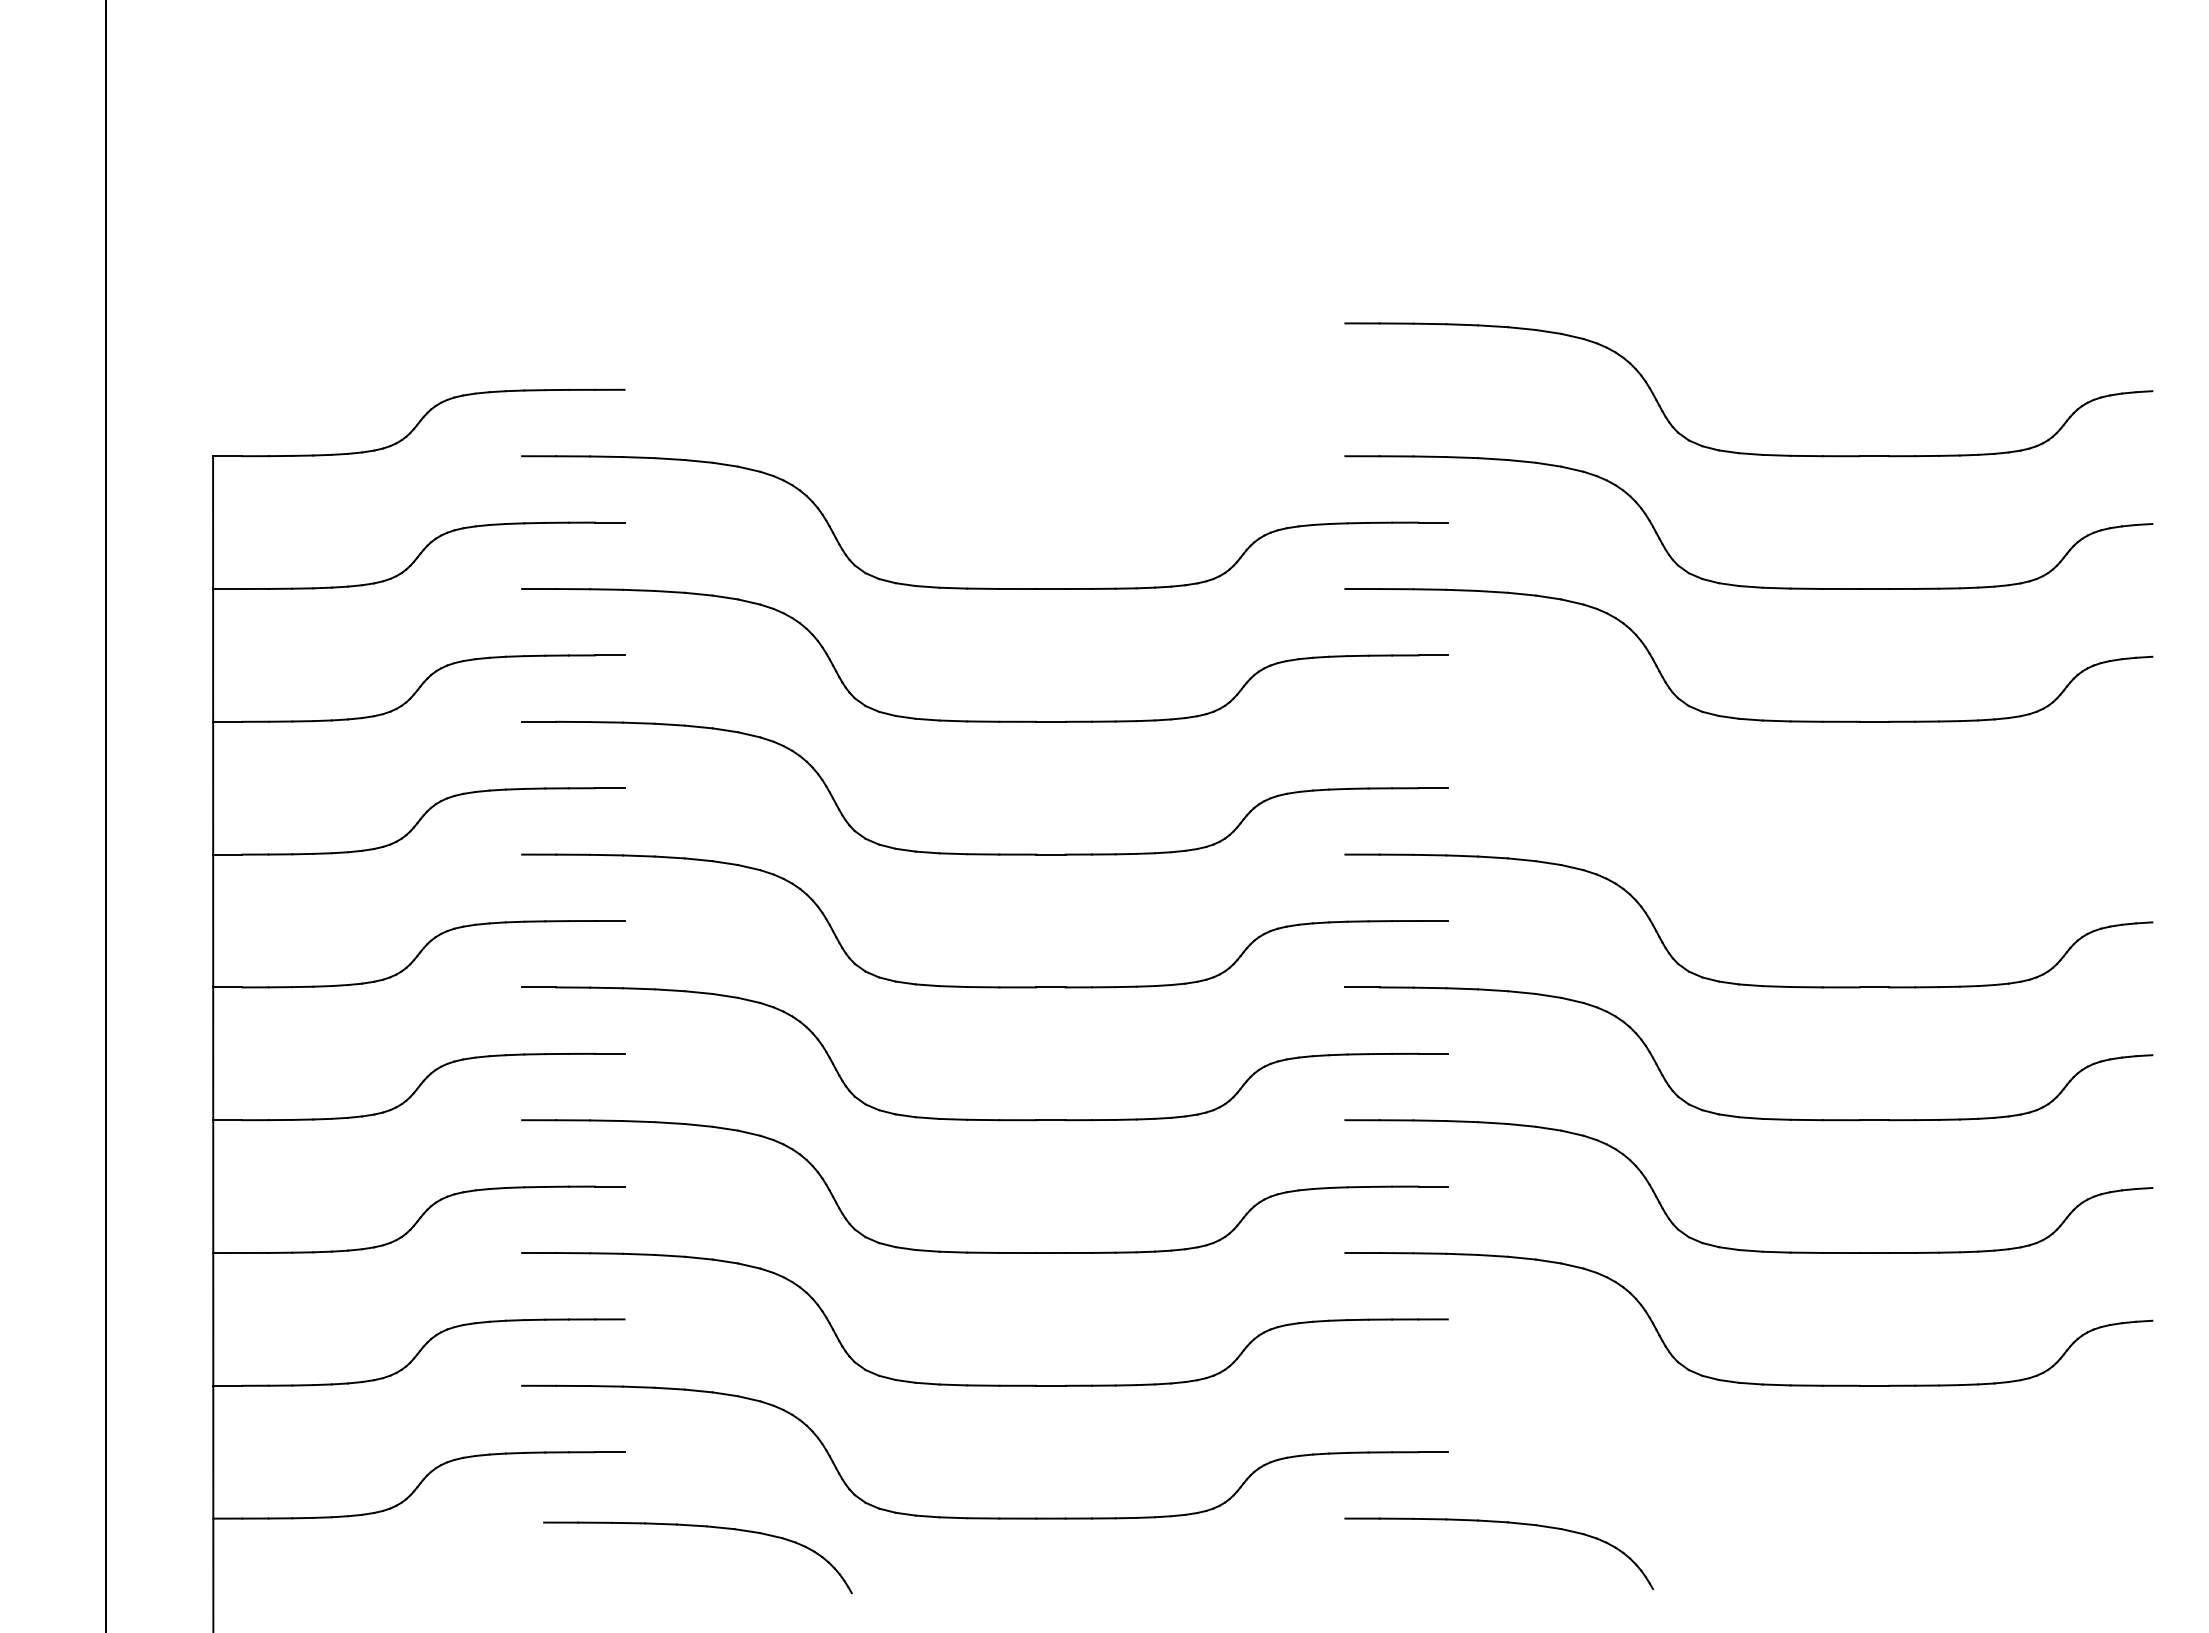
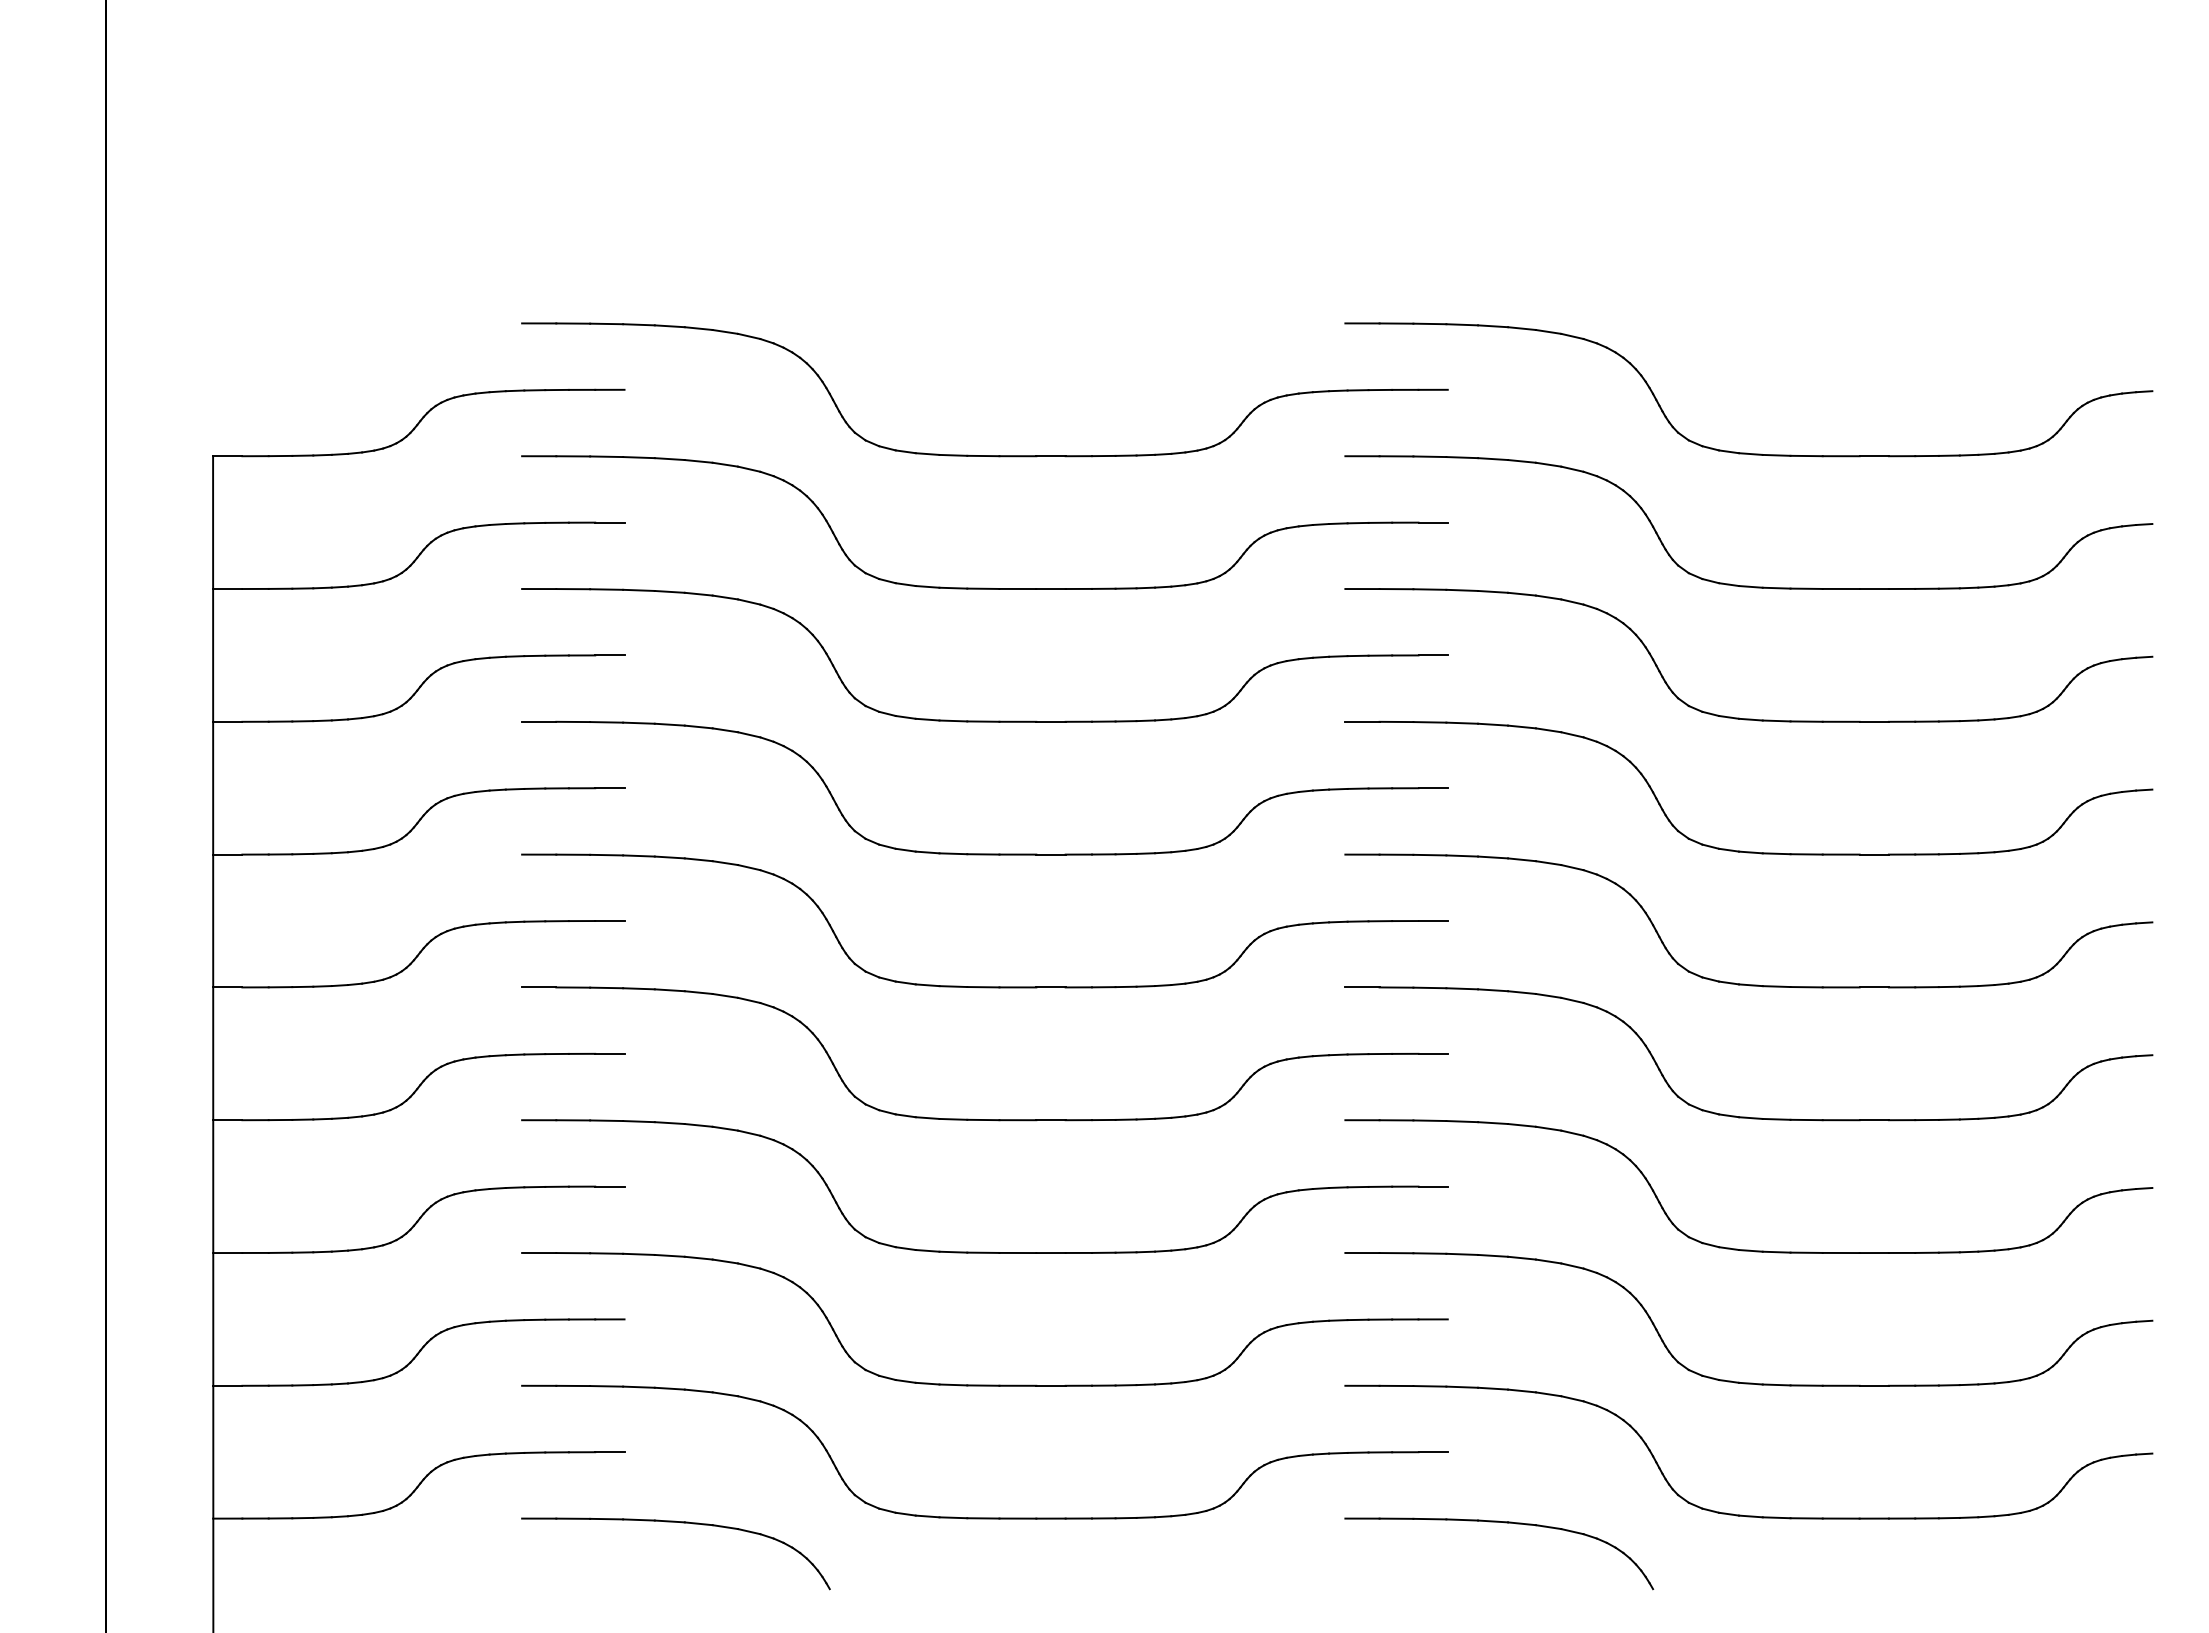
part at (984, 455): none -> present
part at (1741, 850): none -> present
part at (1741, 1514): none -> present
part at (703, 1527) position: (703, 1527) -> (681, 1523)
